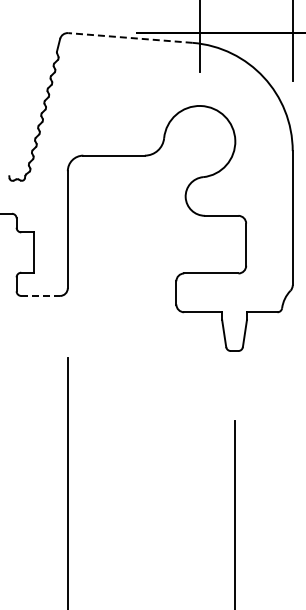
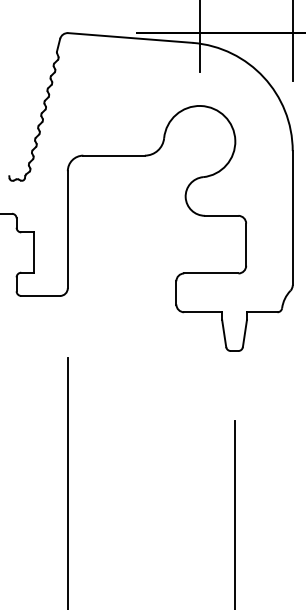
line at (129, 37): dashed -> solid
line at (41, 295): dashed -> solid
